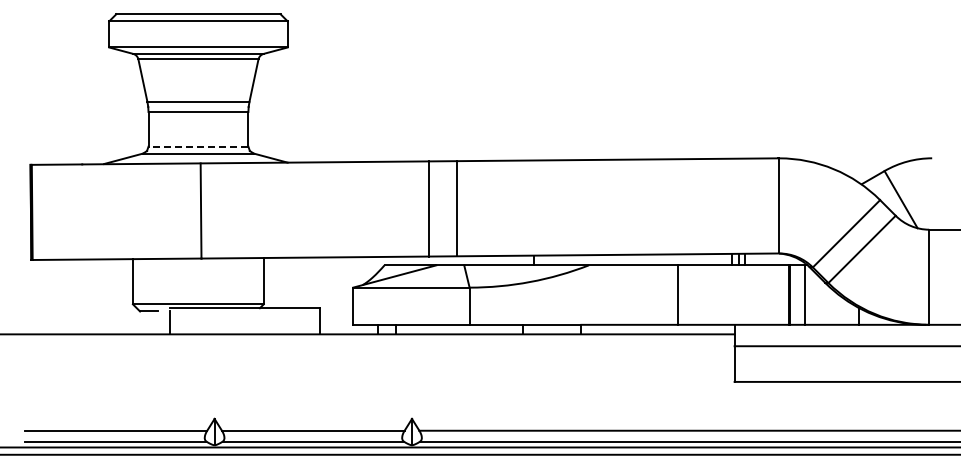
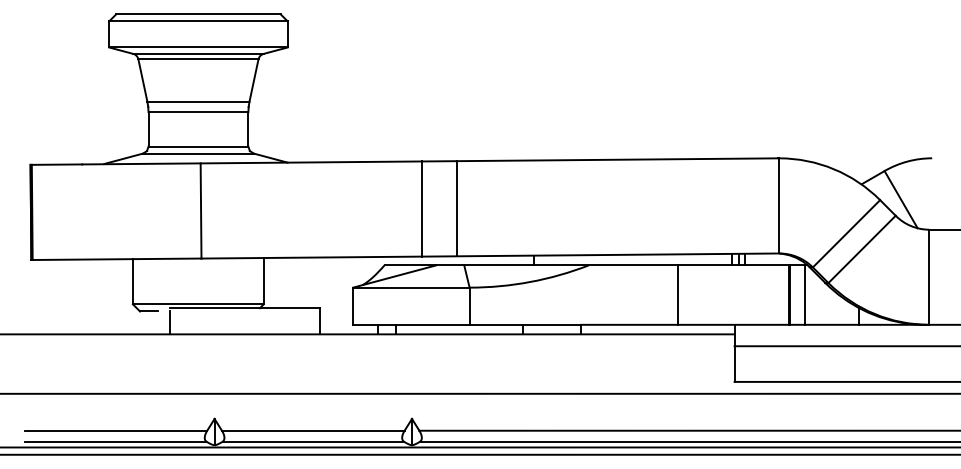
line at (198, 146): dashed -> solid
line at (429, 208) position: (429, 208) -> (422, 208)
line at (479, 393): none -> present
